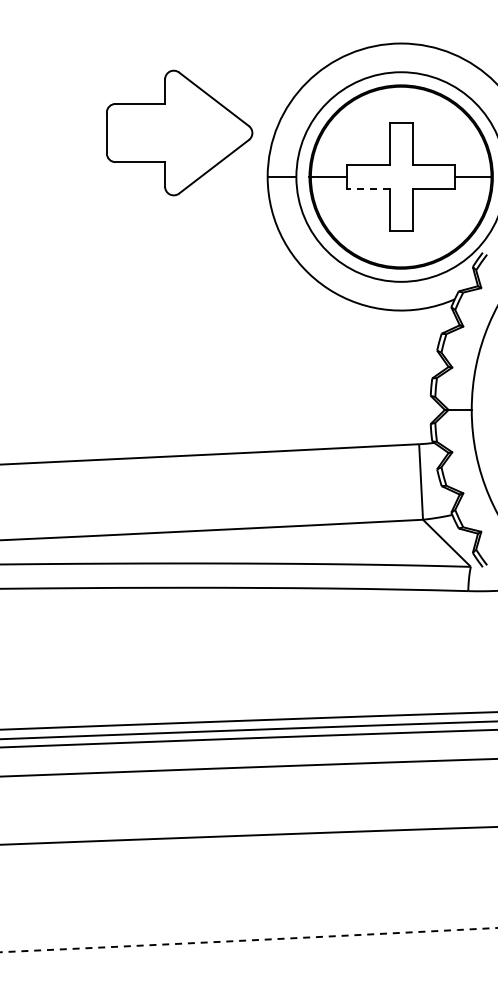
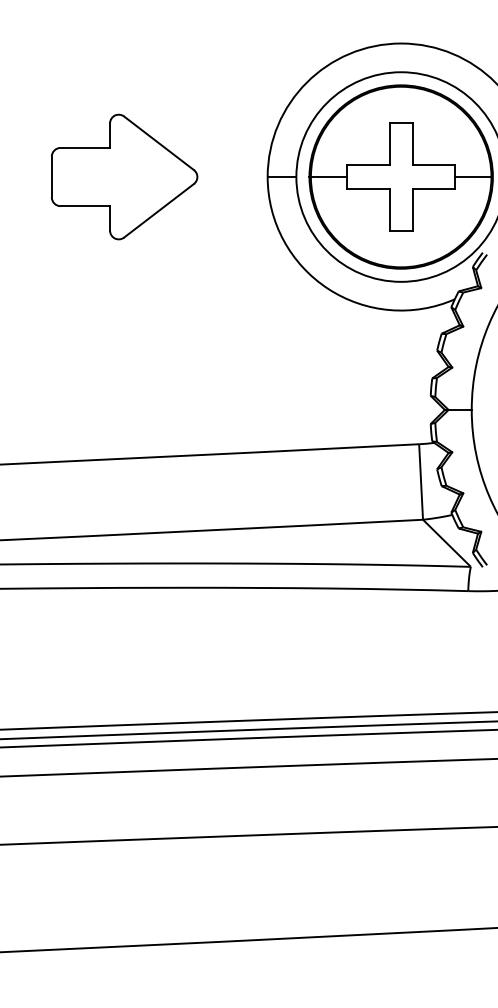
part at (179, 132) position: (179, 132) -> (124, 176)
line at (367, 188): dashed -> solid
arc at (248, 940): dashed -> solid
